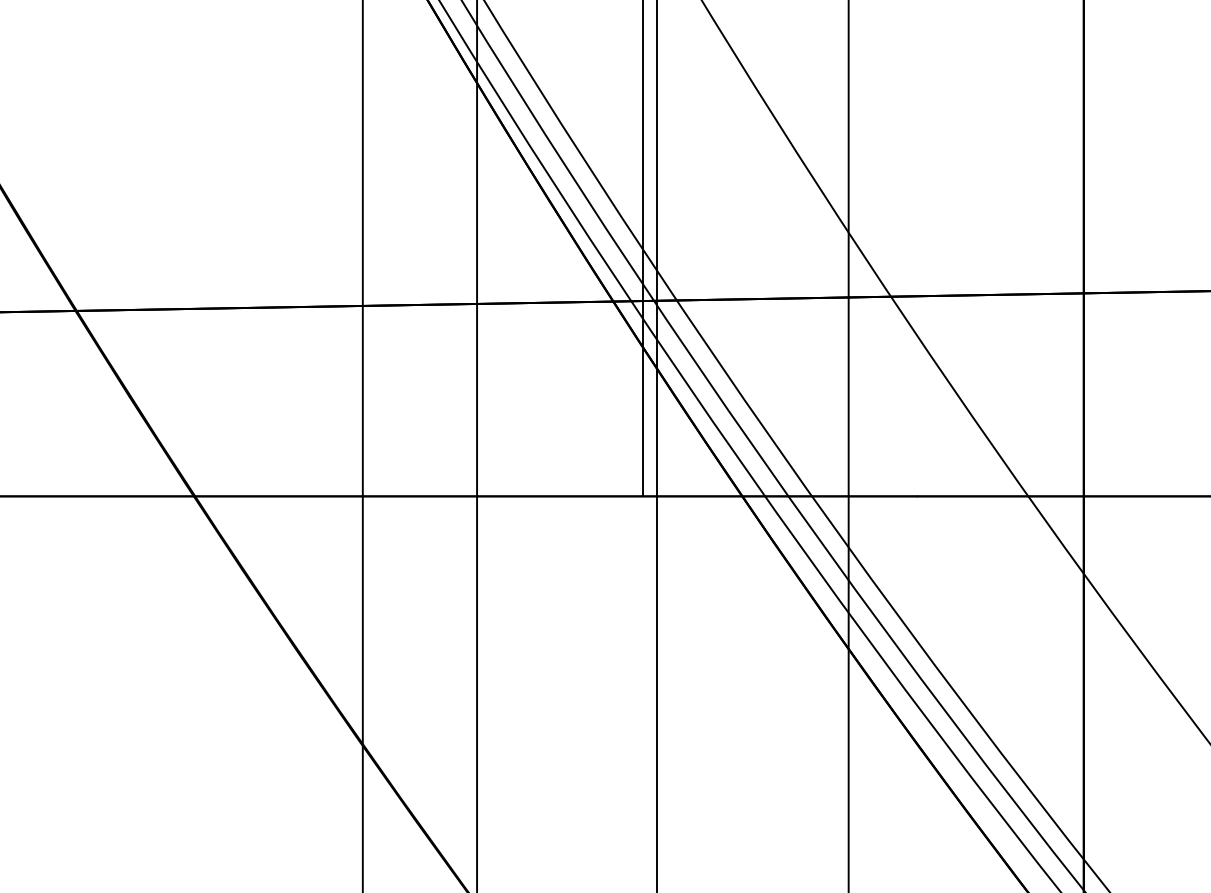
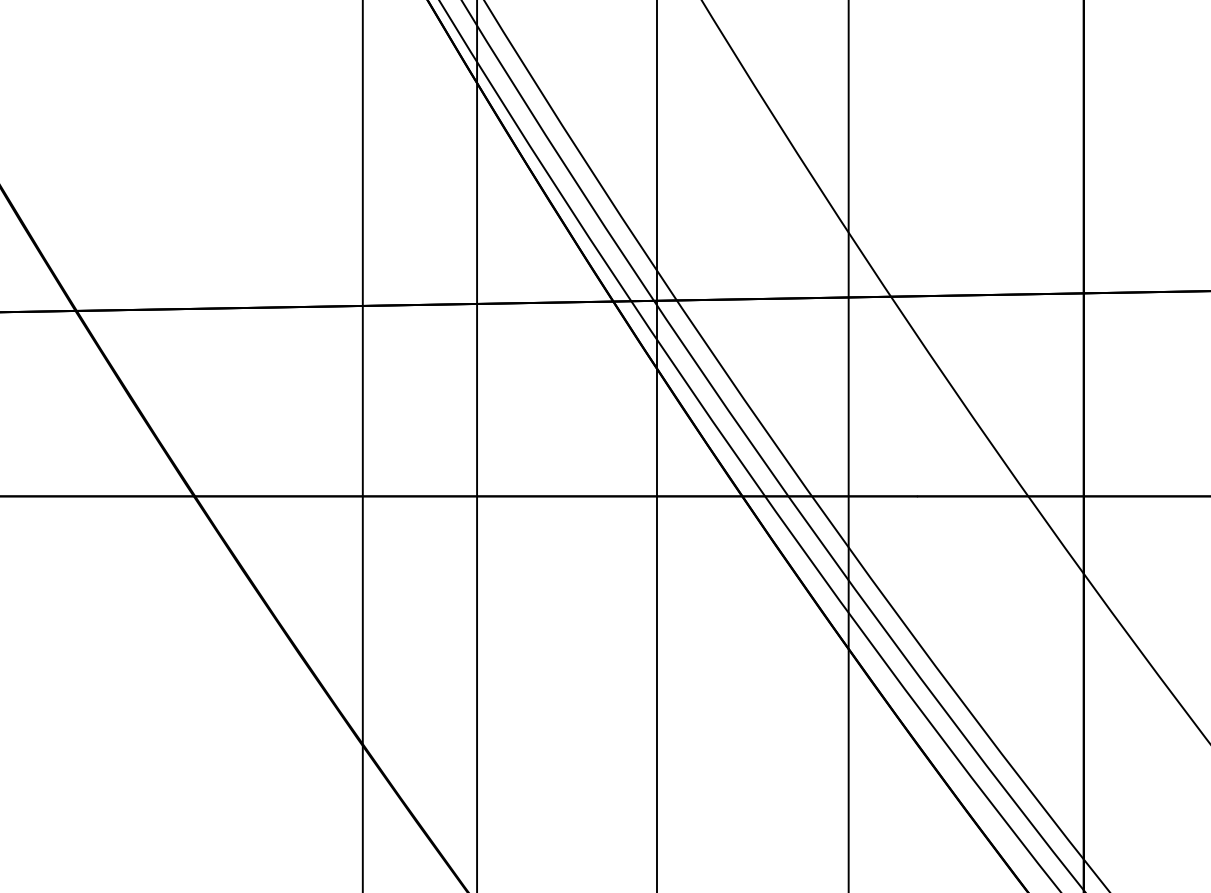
line at (643, 249): present -> none
